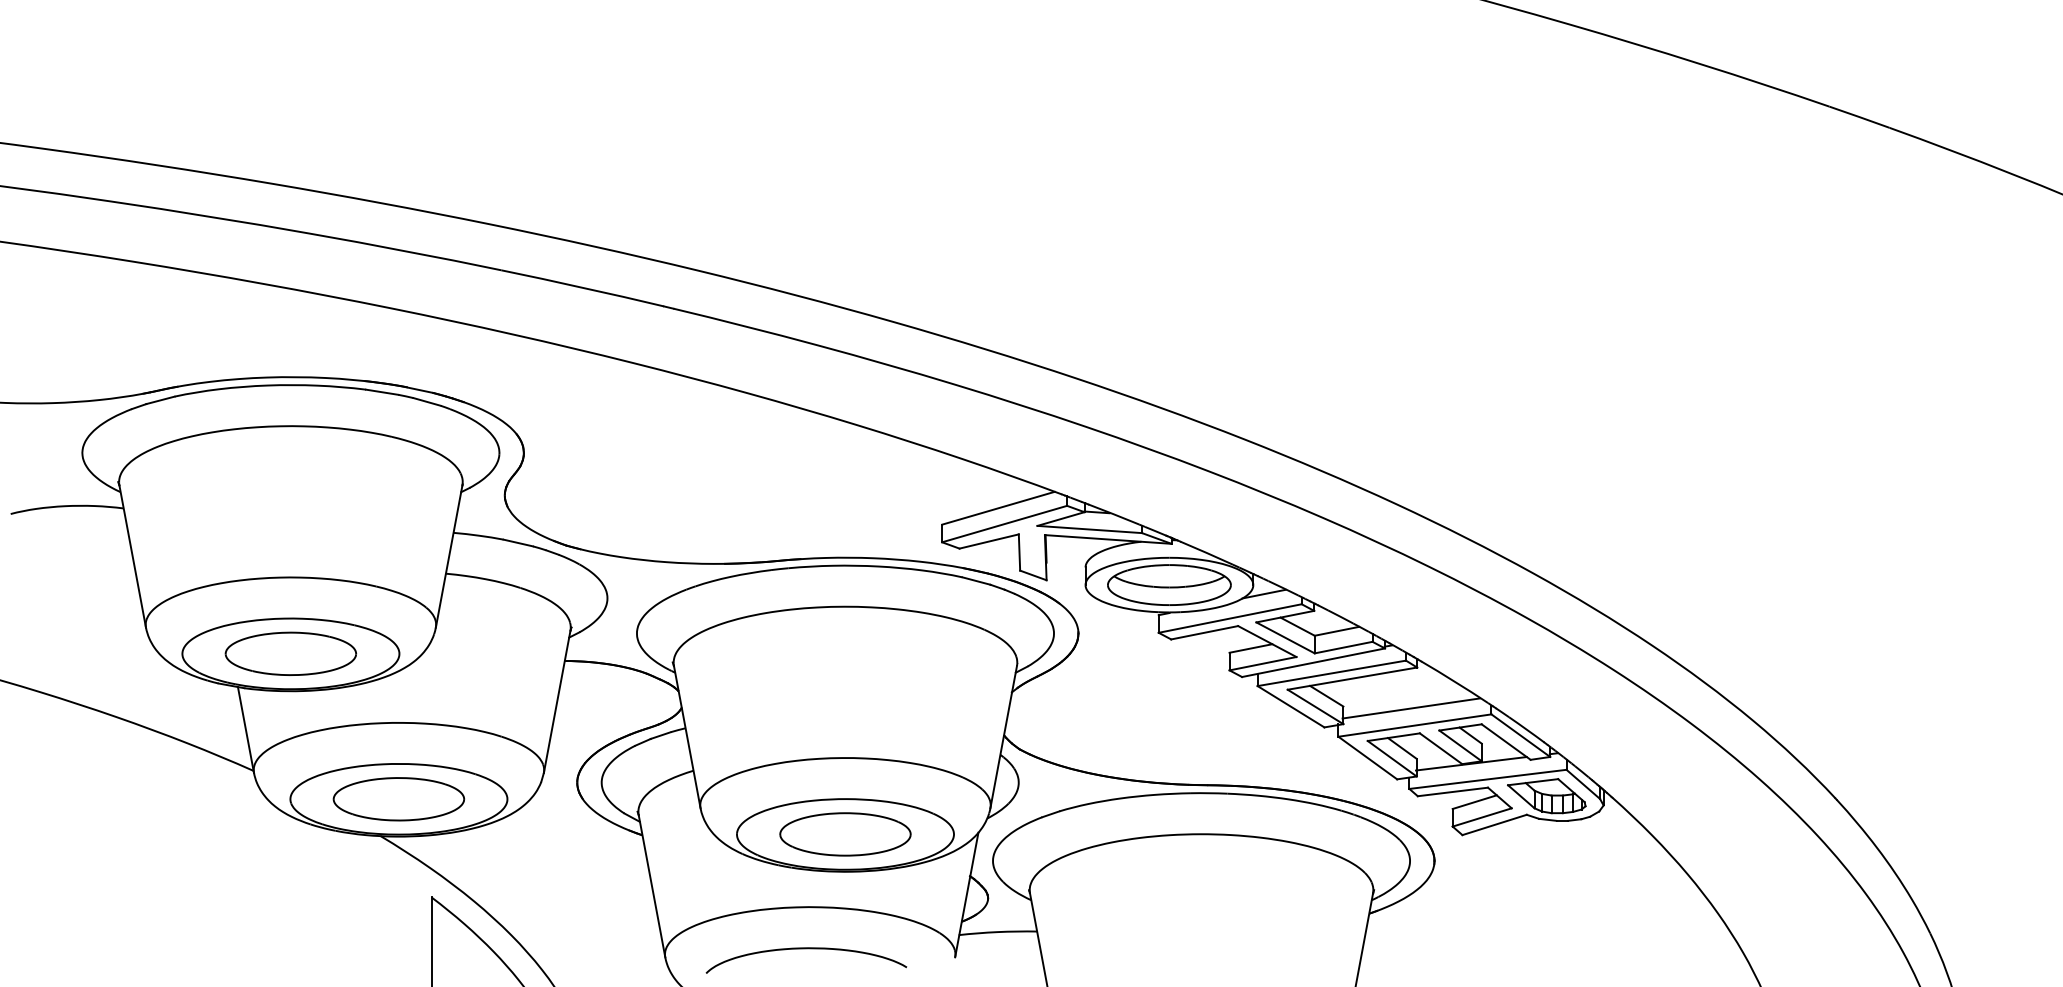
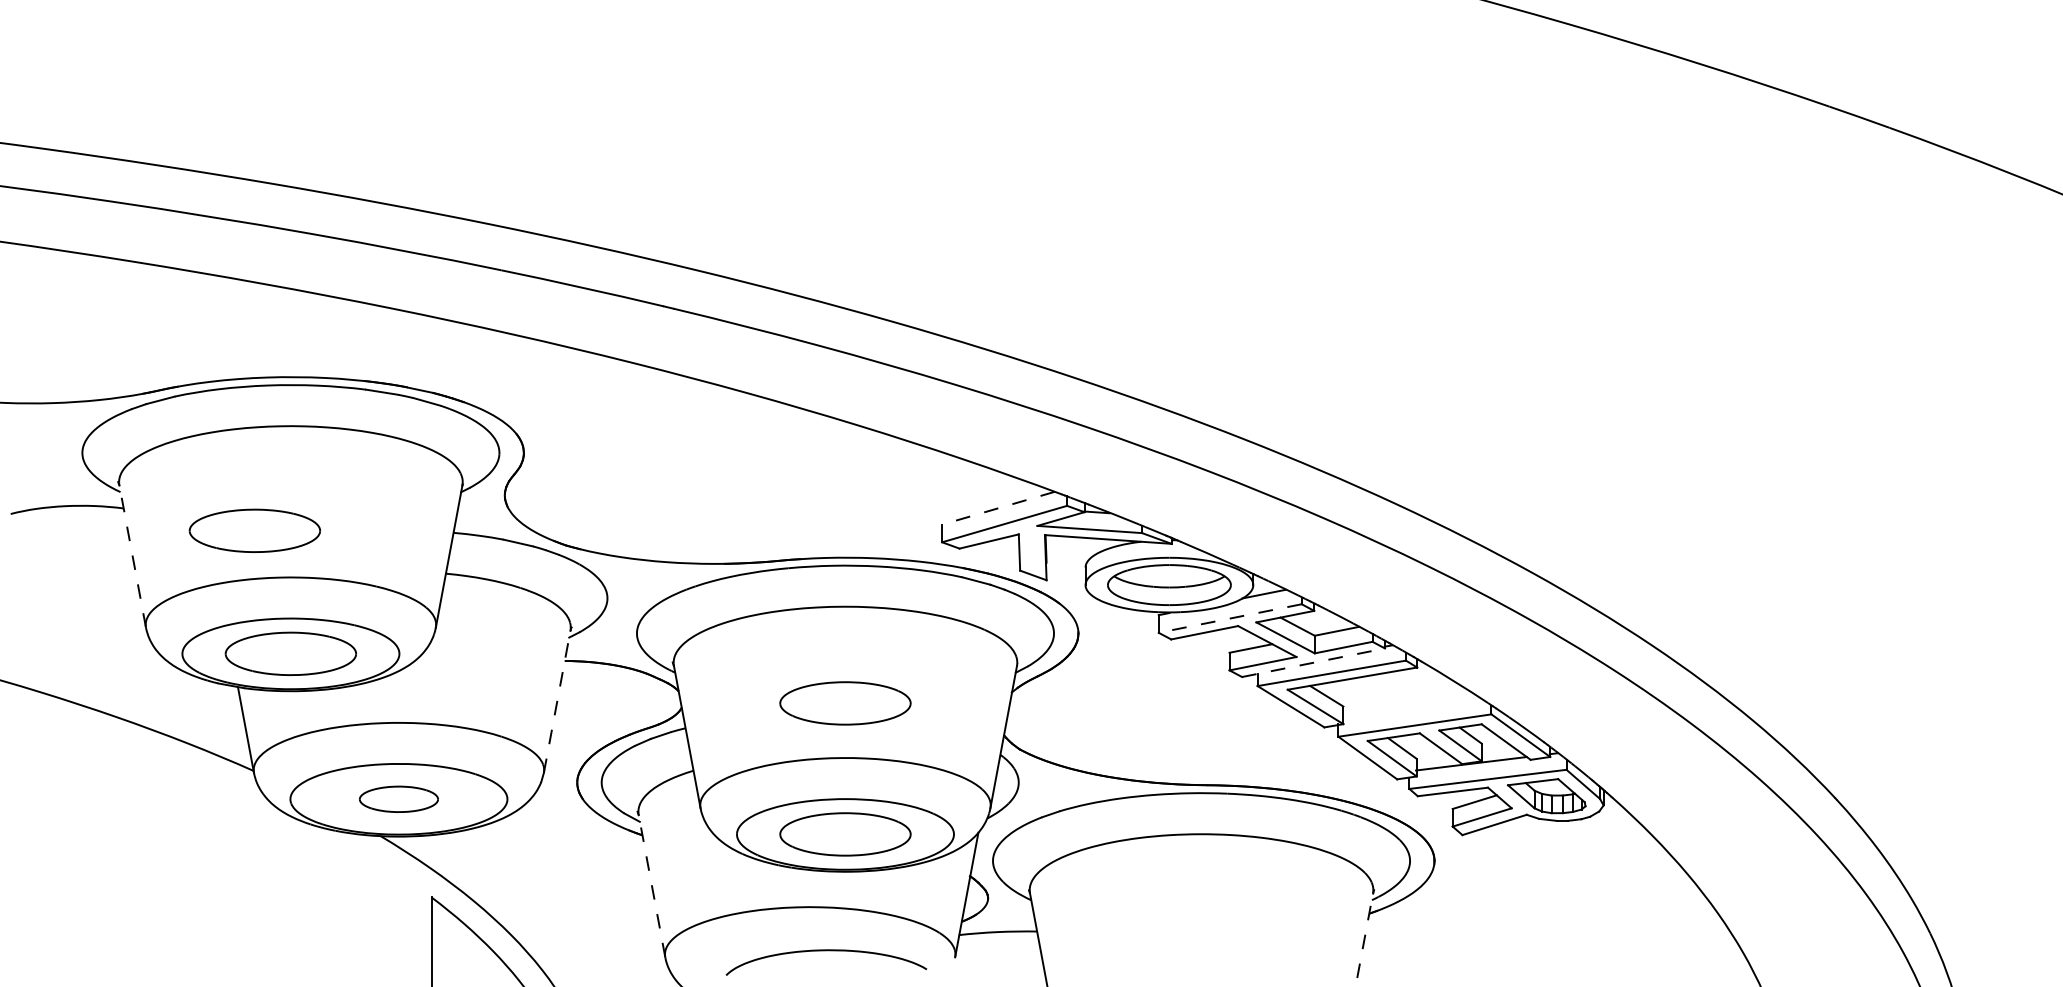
line at (998, 508): solid -> dashed
part at (254, 530): none -> present
line at (132, 556): solid -> dashed
line at (1230, 618): solid -> dashed
line at (1313, 662): solid -> dashed
line at (557, 701): solid -> dashed
part at (845, 703): none -> present
line at (1410, 708): present -> none
part at (398, 799) size: 134x45 px -> 80x28 px
line at (651, 885): solid -> dashed
line at (1364, 939): solid -> dashed
curve at (806, 949) position: (806, 949) -> (826, 951)
